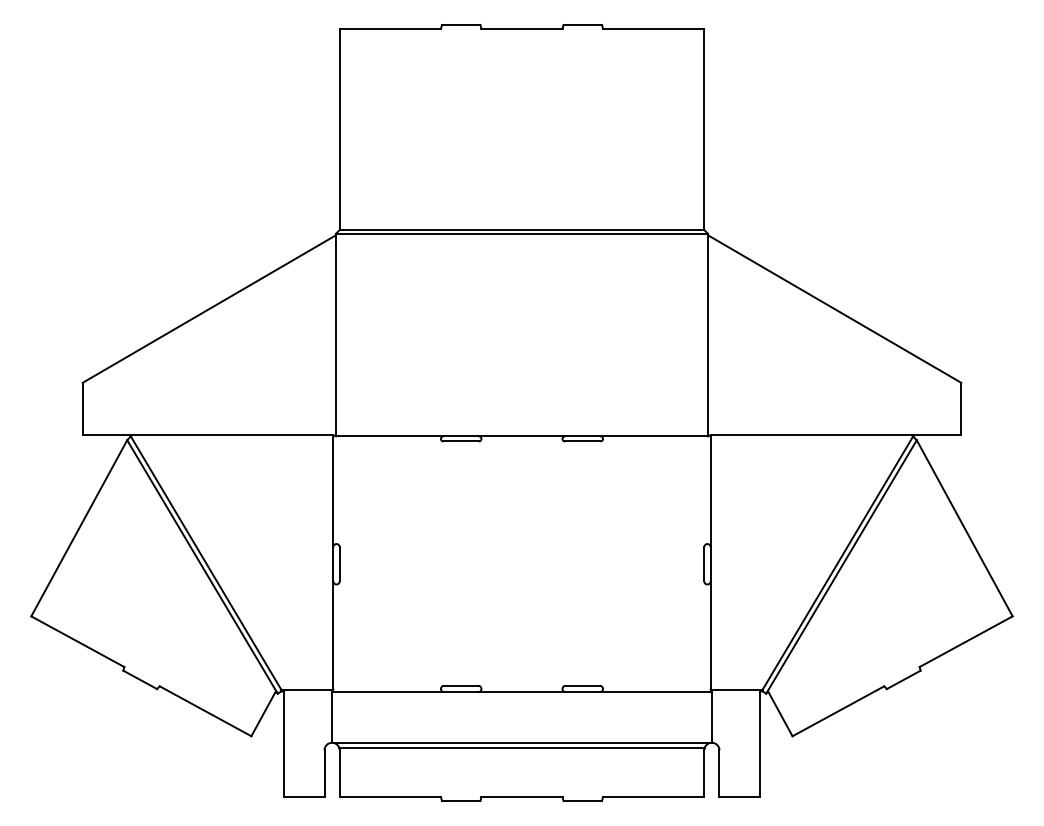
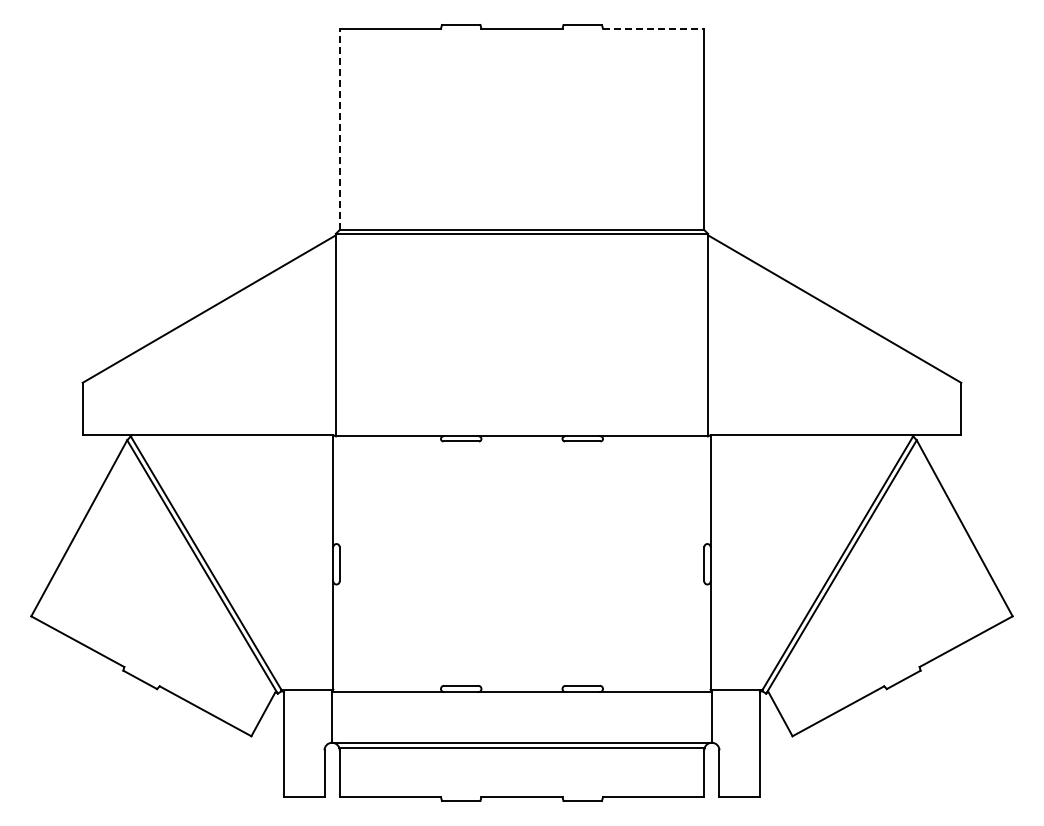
line at (653, 28): solid -> dashed
line at (339, 129): solid -> dashed
